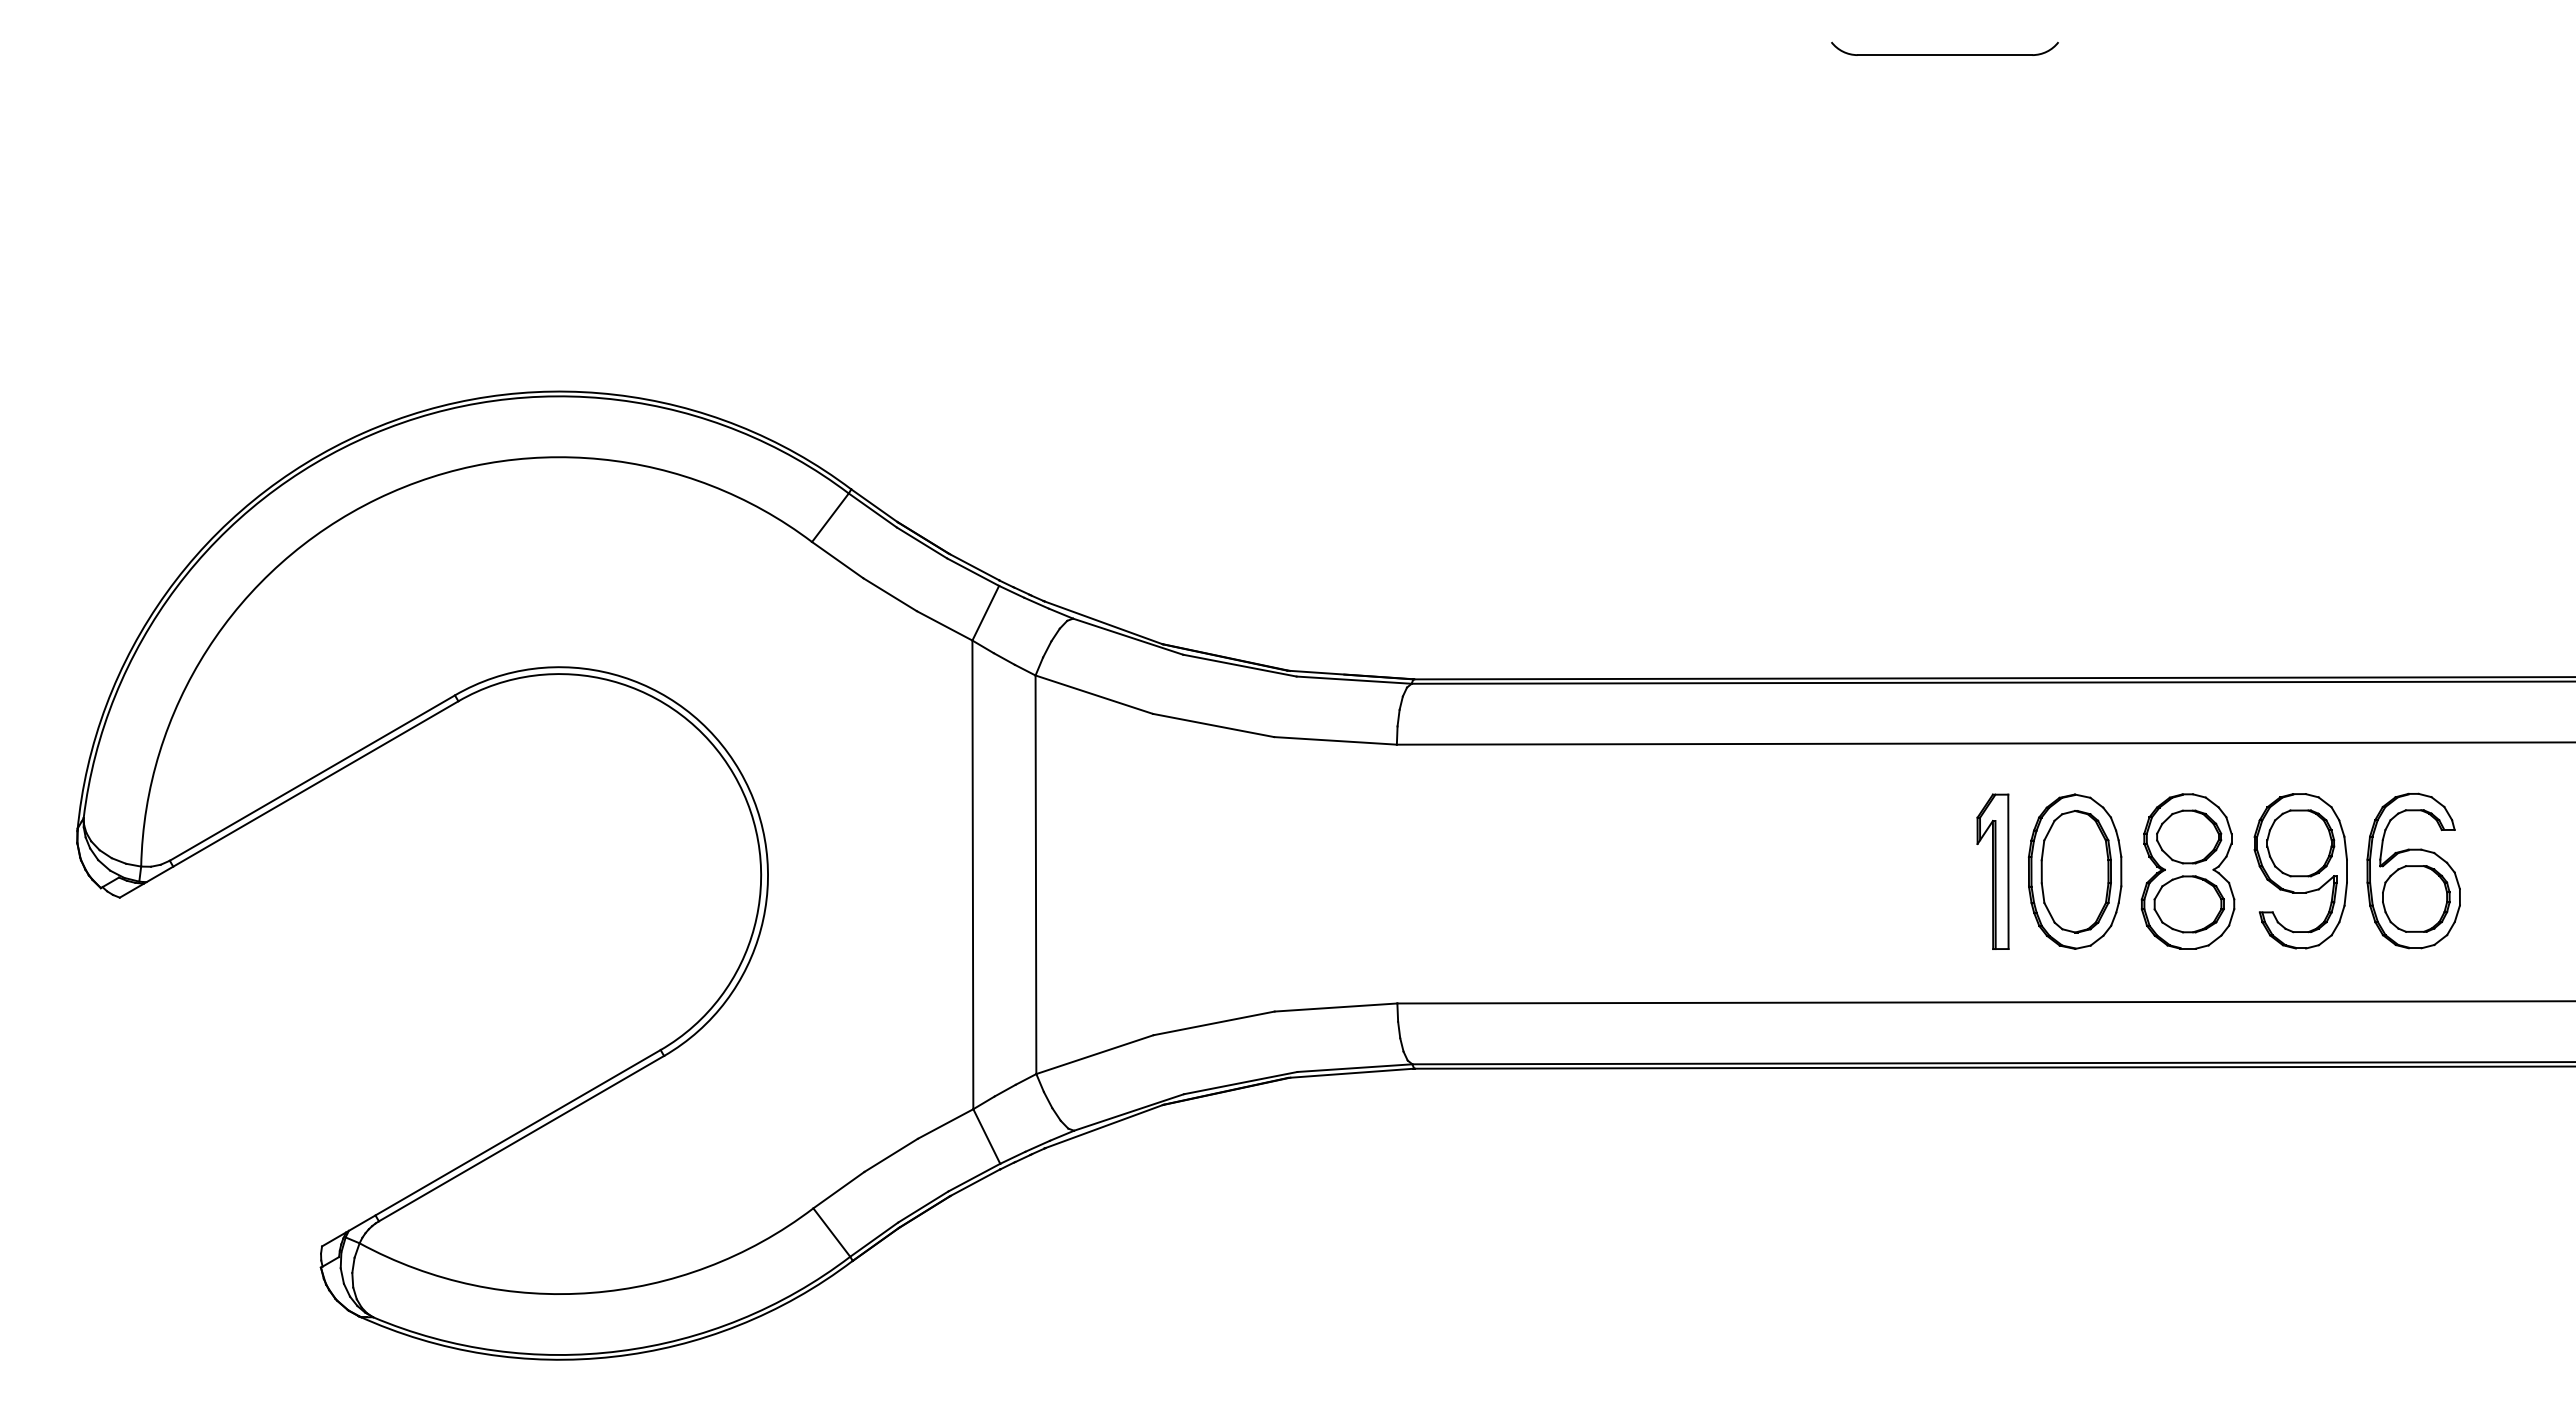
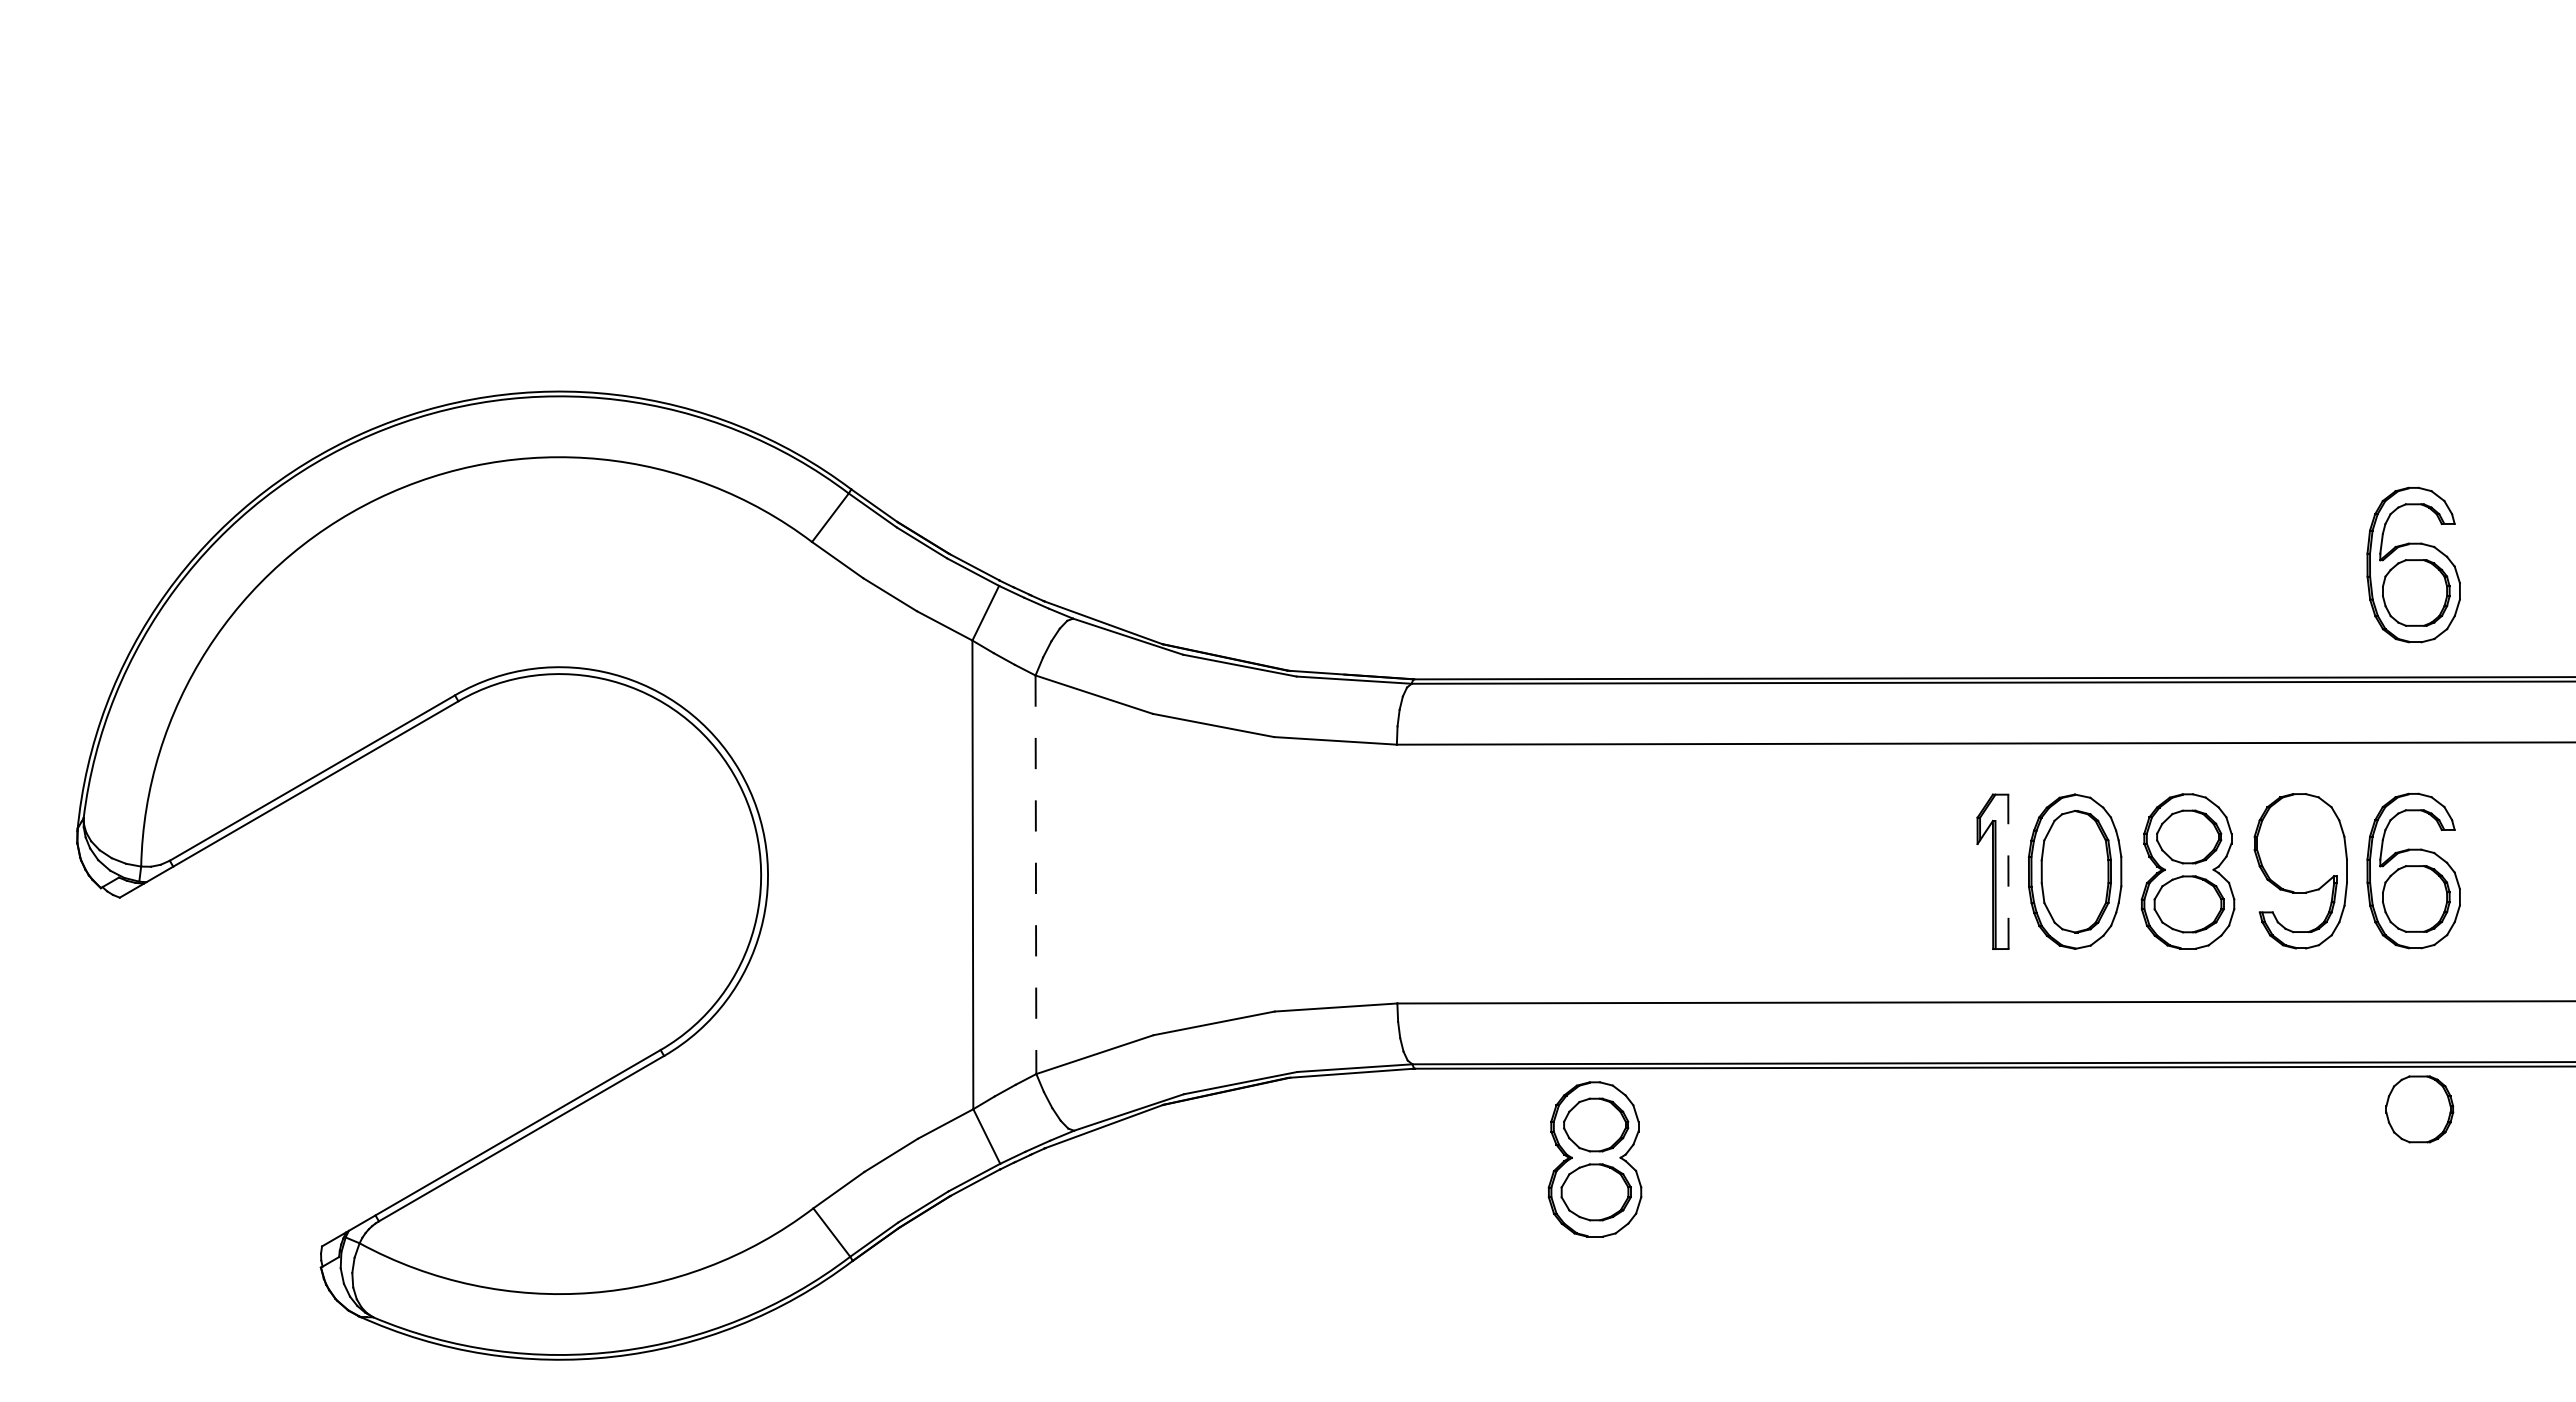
part at (1944, 48): present -> none
part at (2413, 564): none -> present
part at (2300, 843) position: (2300, 843) -> (2419, 1109)
line at (2008, 871): solid -> dashed
line at (1035, 875): solid -> dashed
part at (1594, 1159): none -> present
